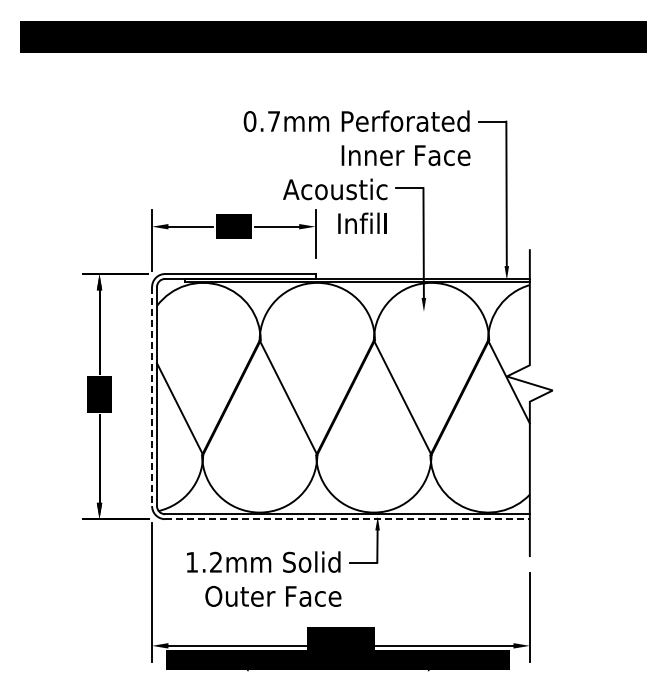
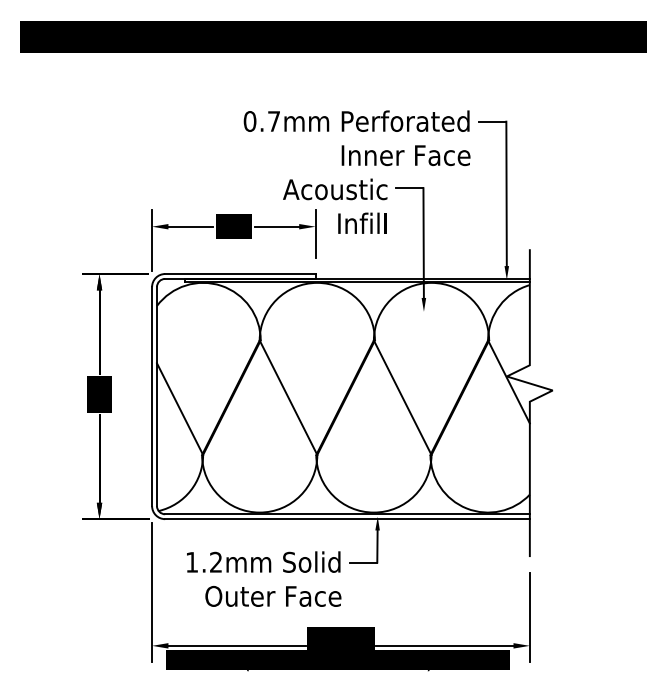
line at (152, 397): dashed -> solid
line at (348, 519): dashed -> solid
